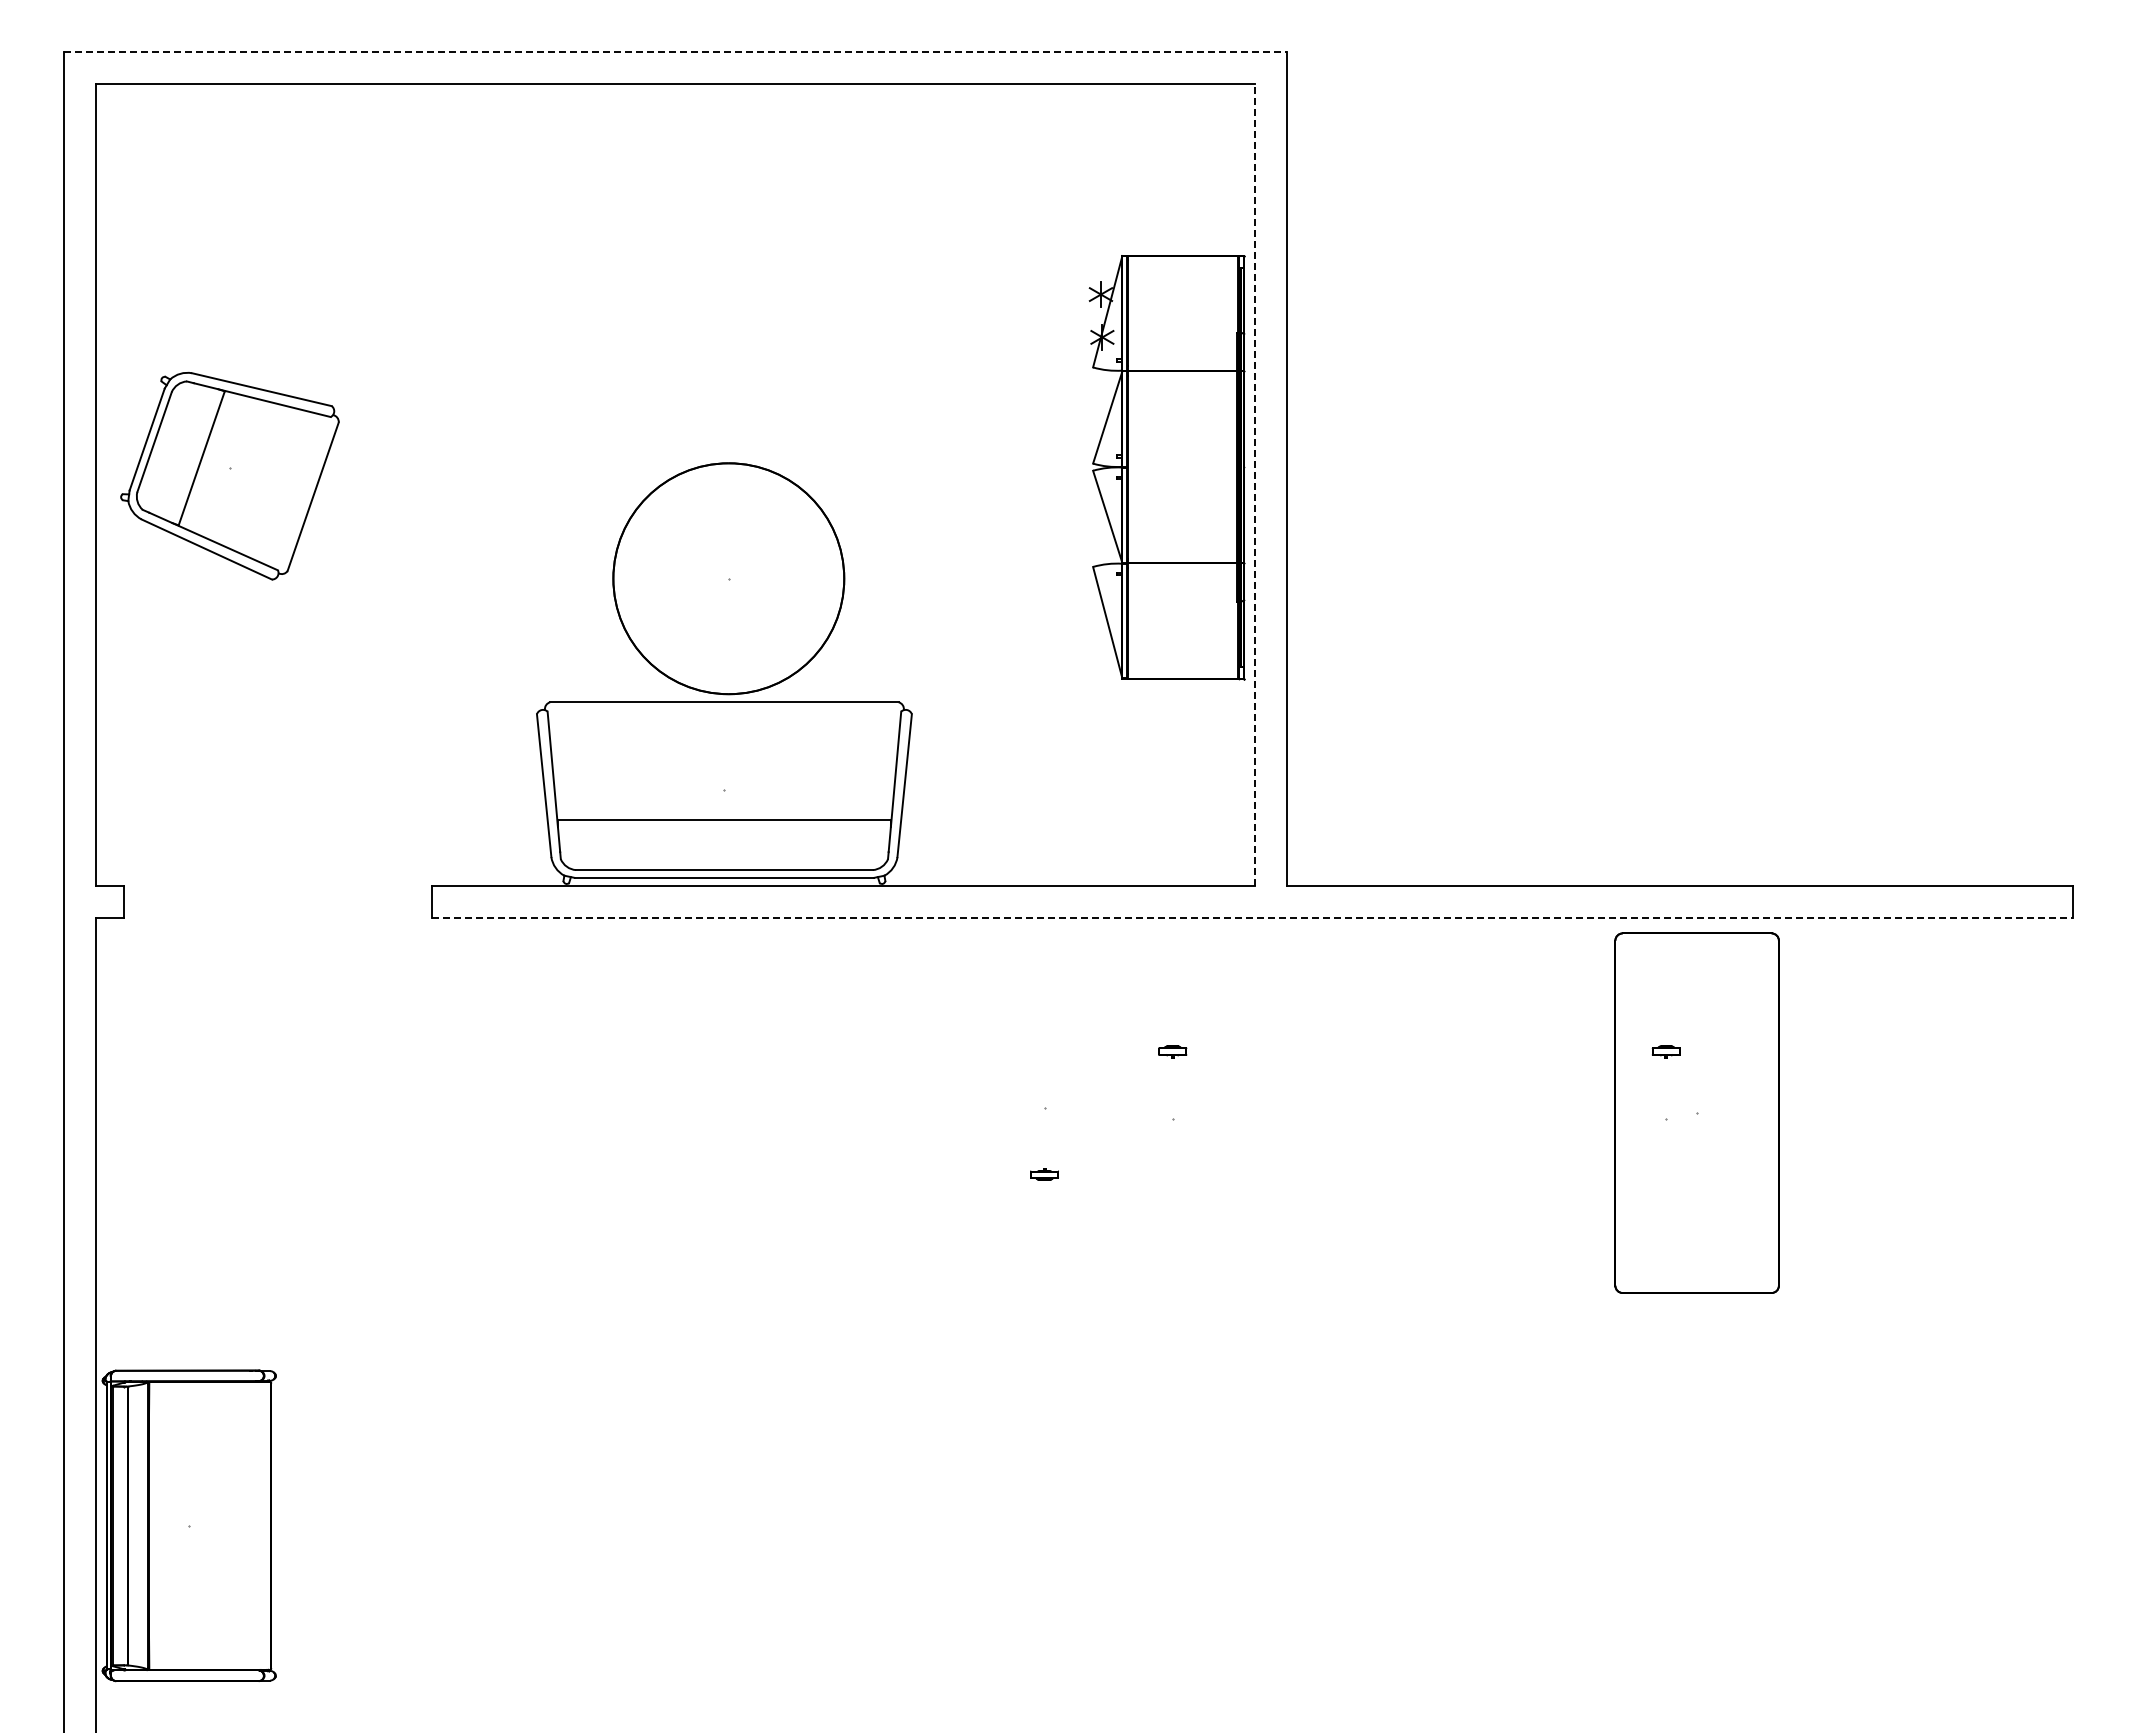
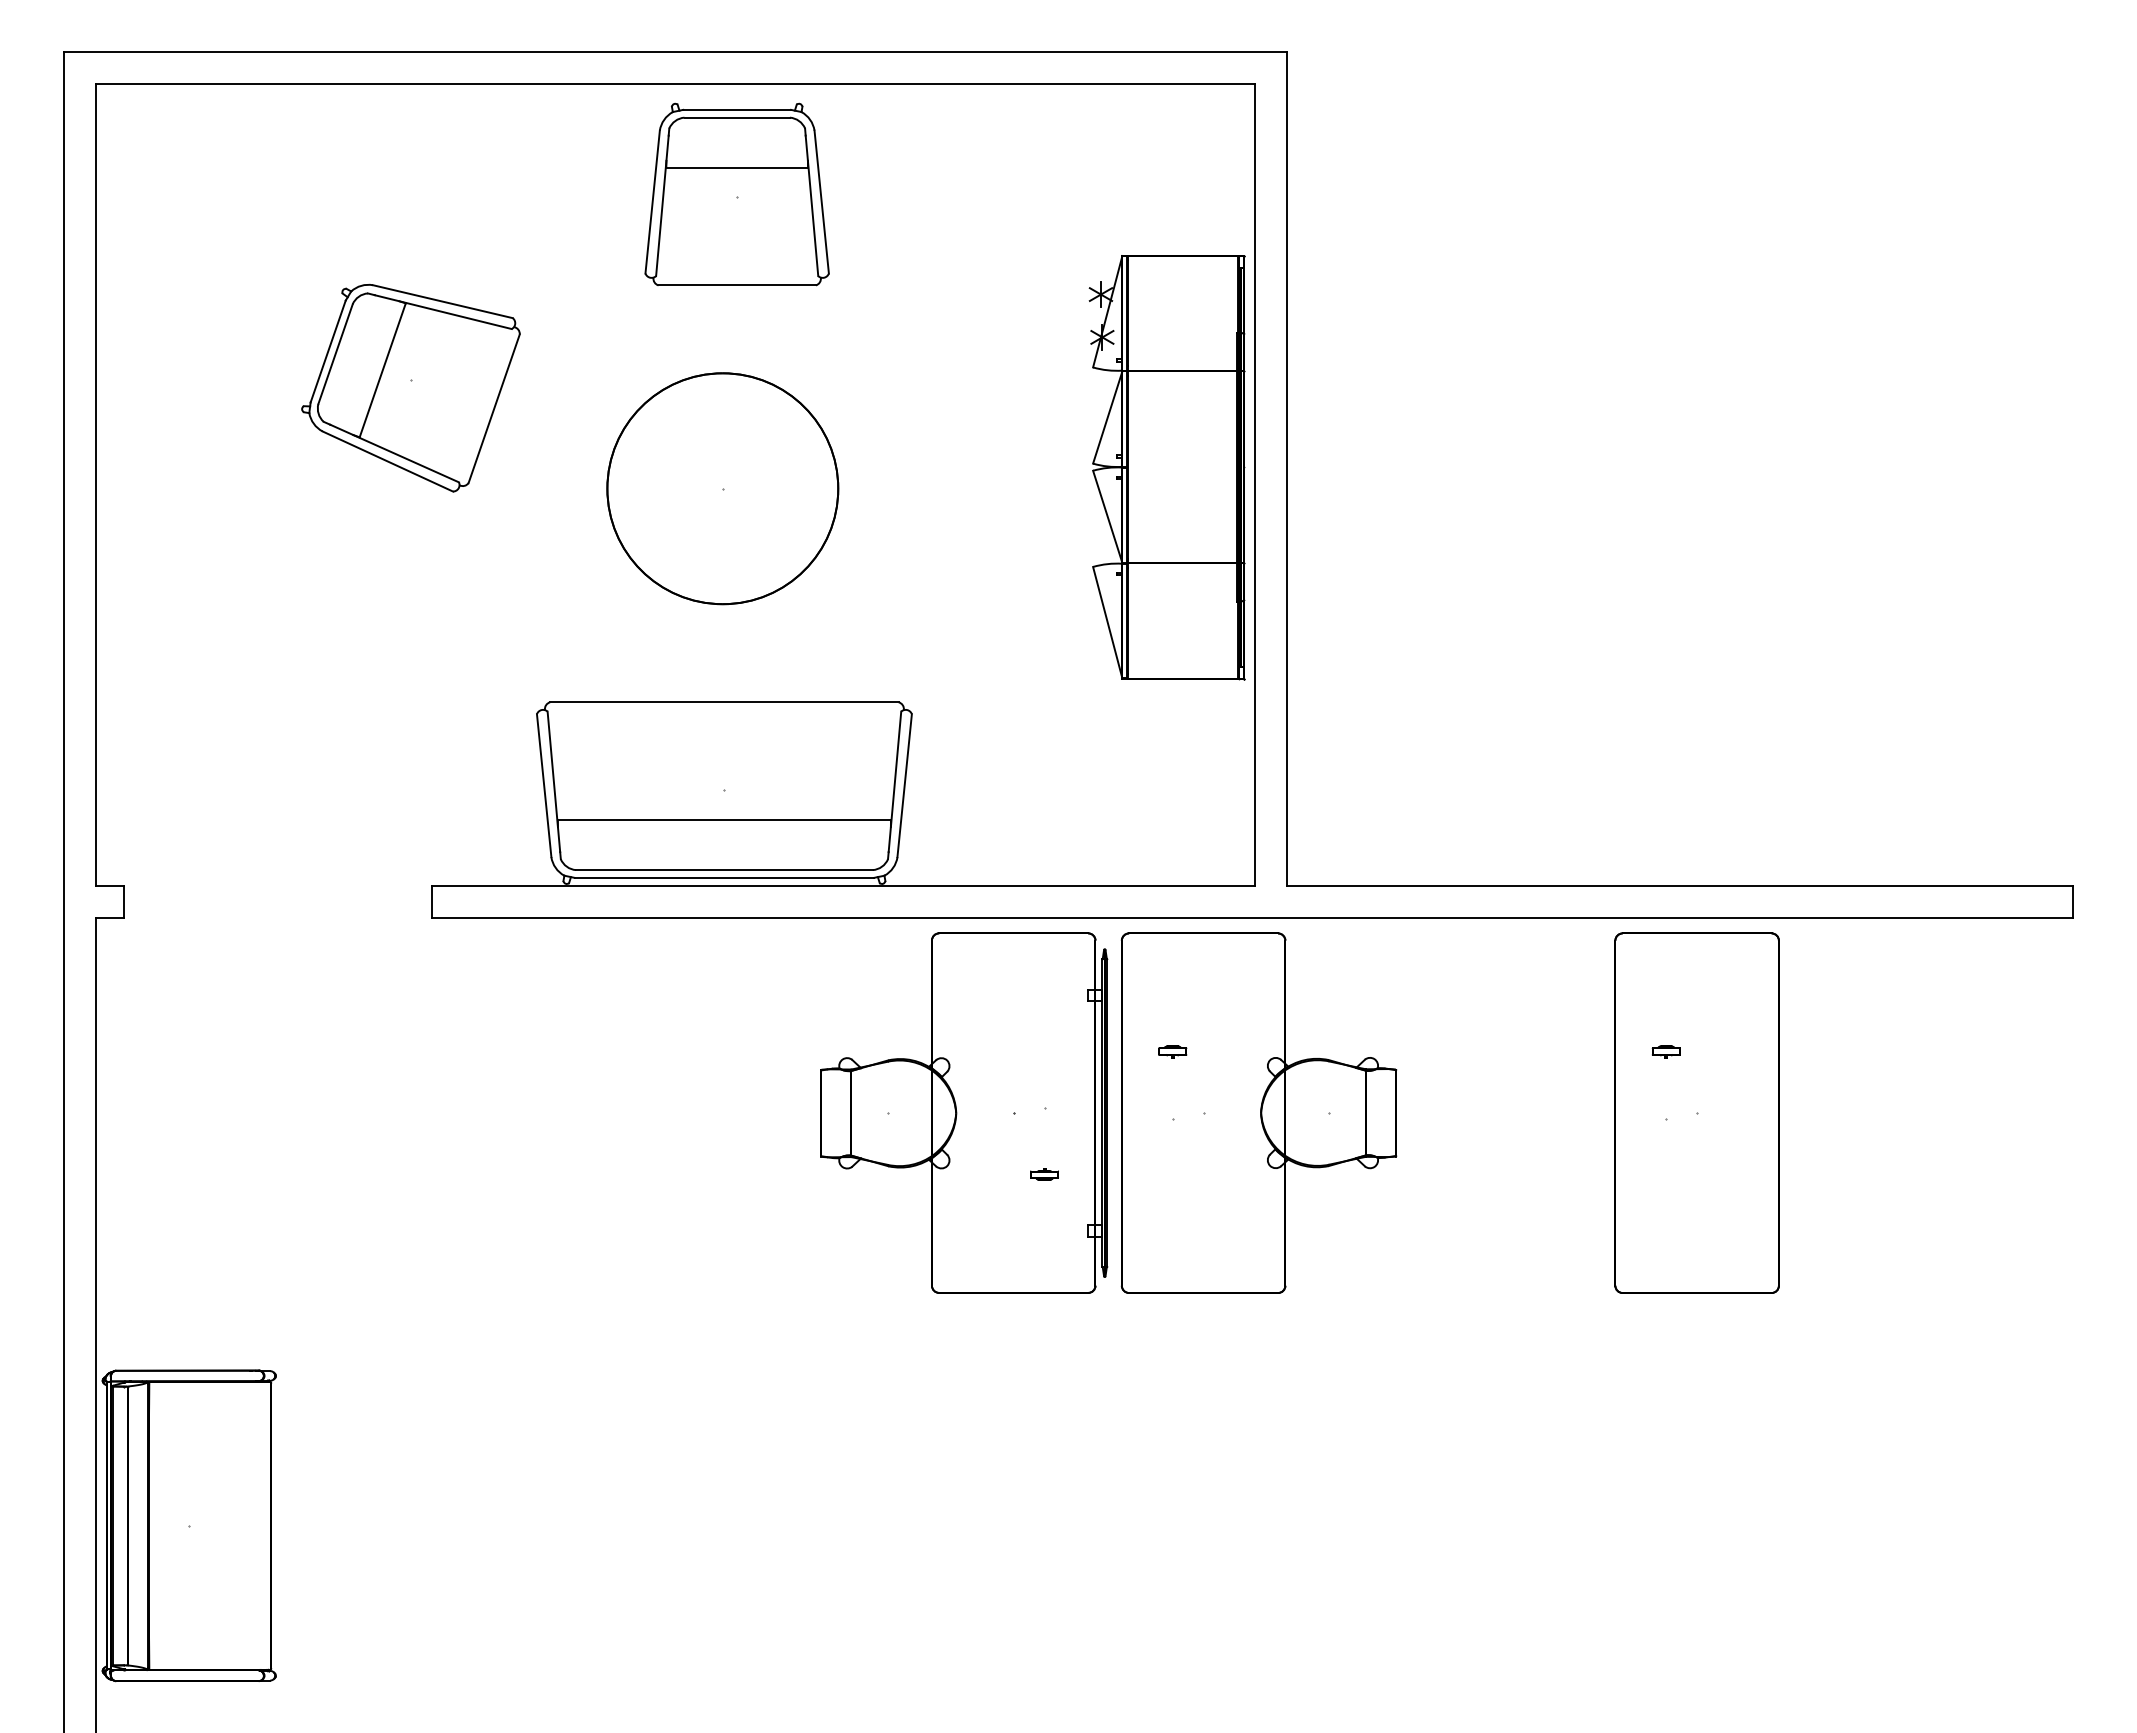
line at (675, 51): dashed -> solid
part at (736, 194): none -> present
part at (229, 475) position: (229, 475) -> (410, 387)
line at (1254, 484): dashed -> solid
part at (728, 578) position: (728, 578) -> (722, 488)
line at (1252, 918): dashed -> solid
part at (964, 1112): none -> present
part at (1258, 1112): none -> present
